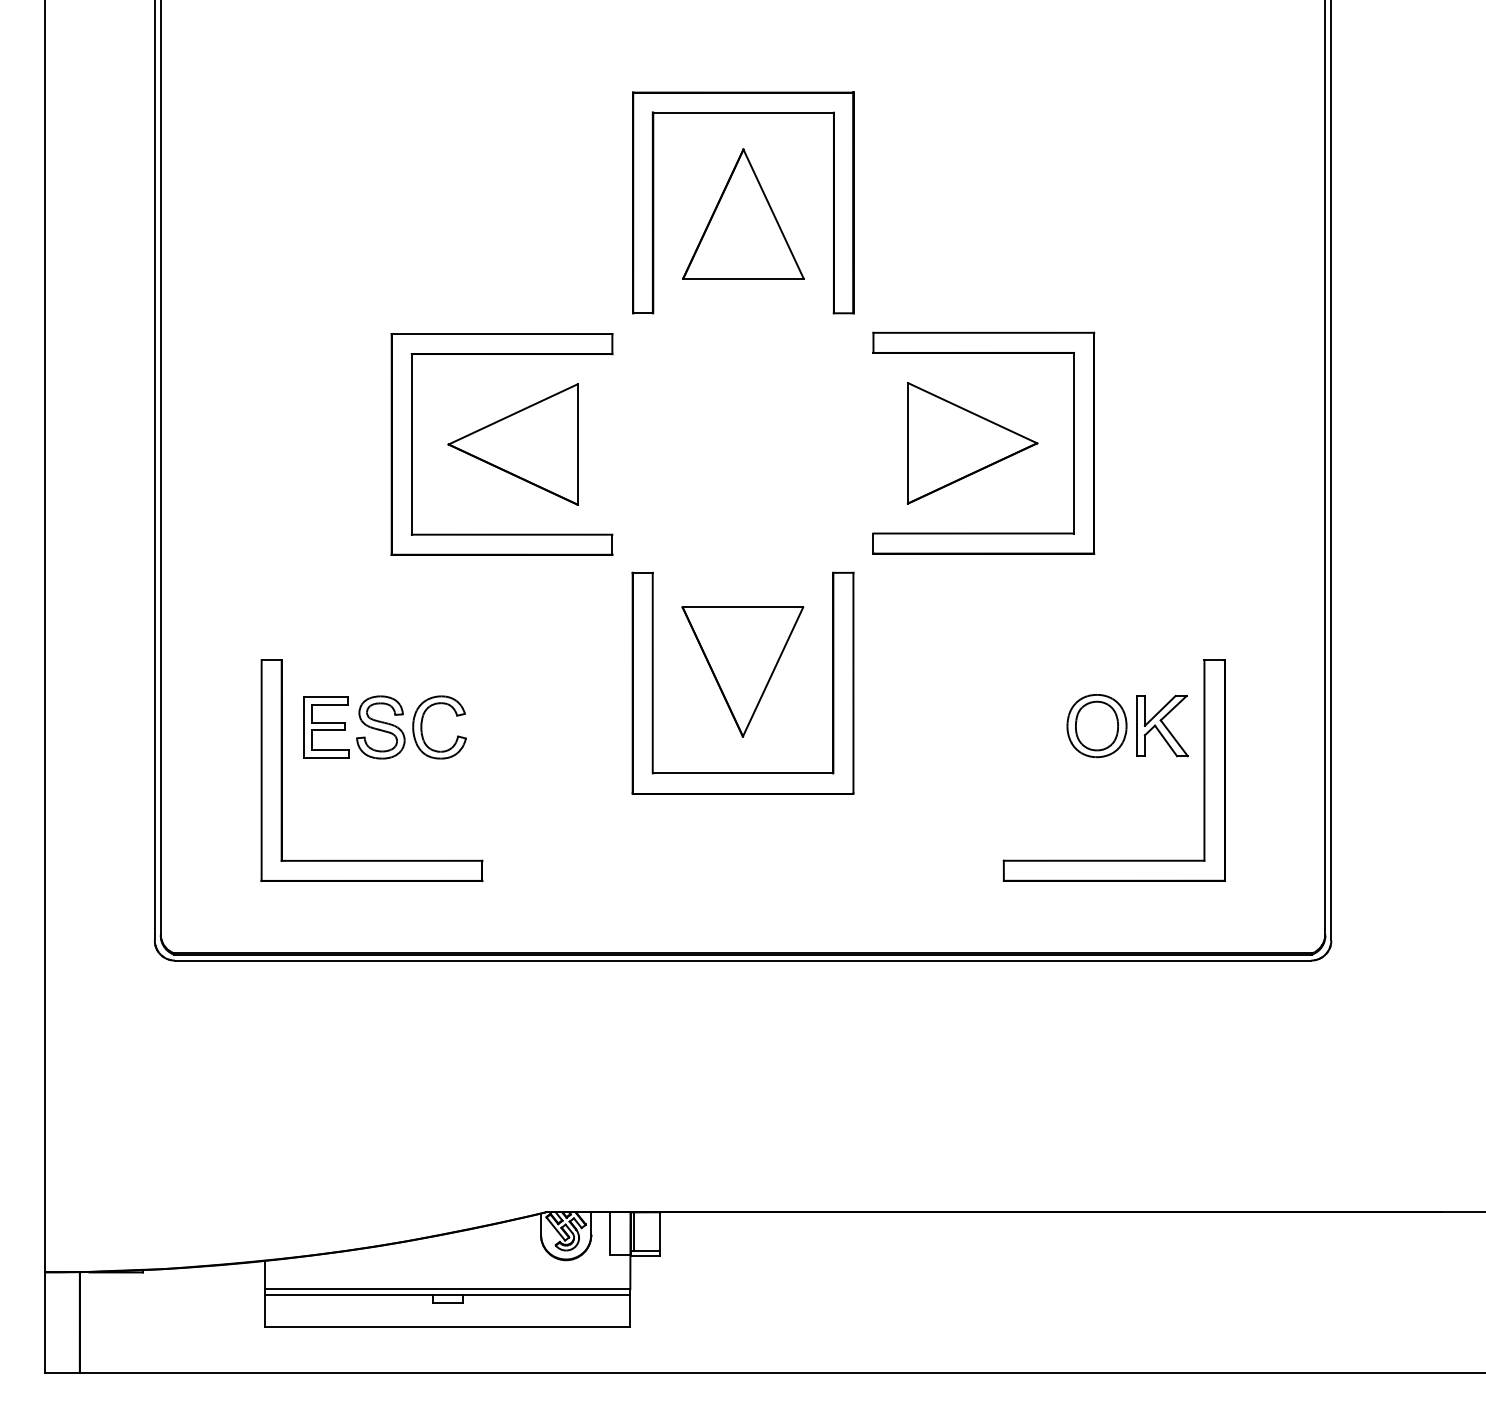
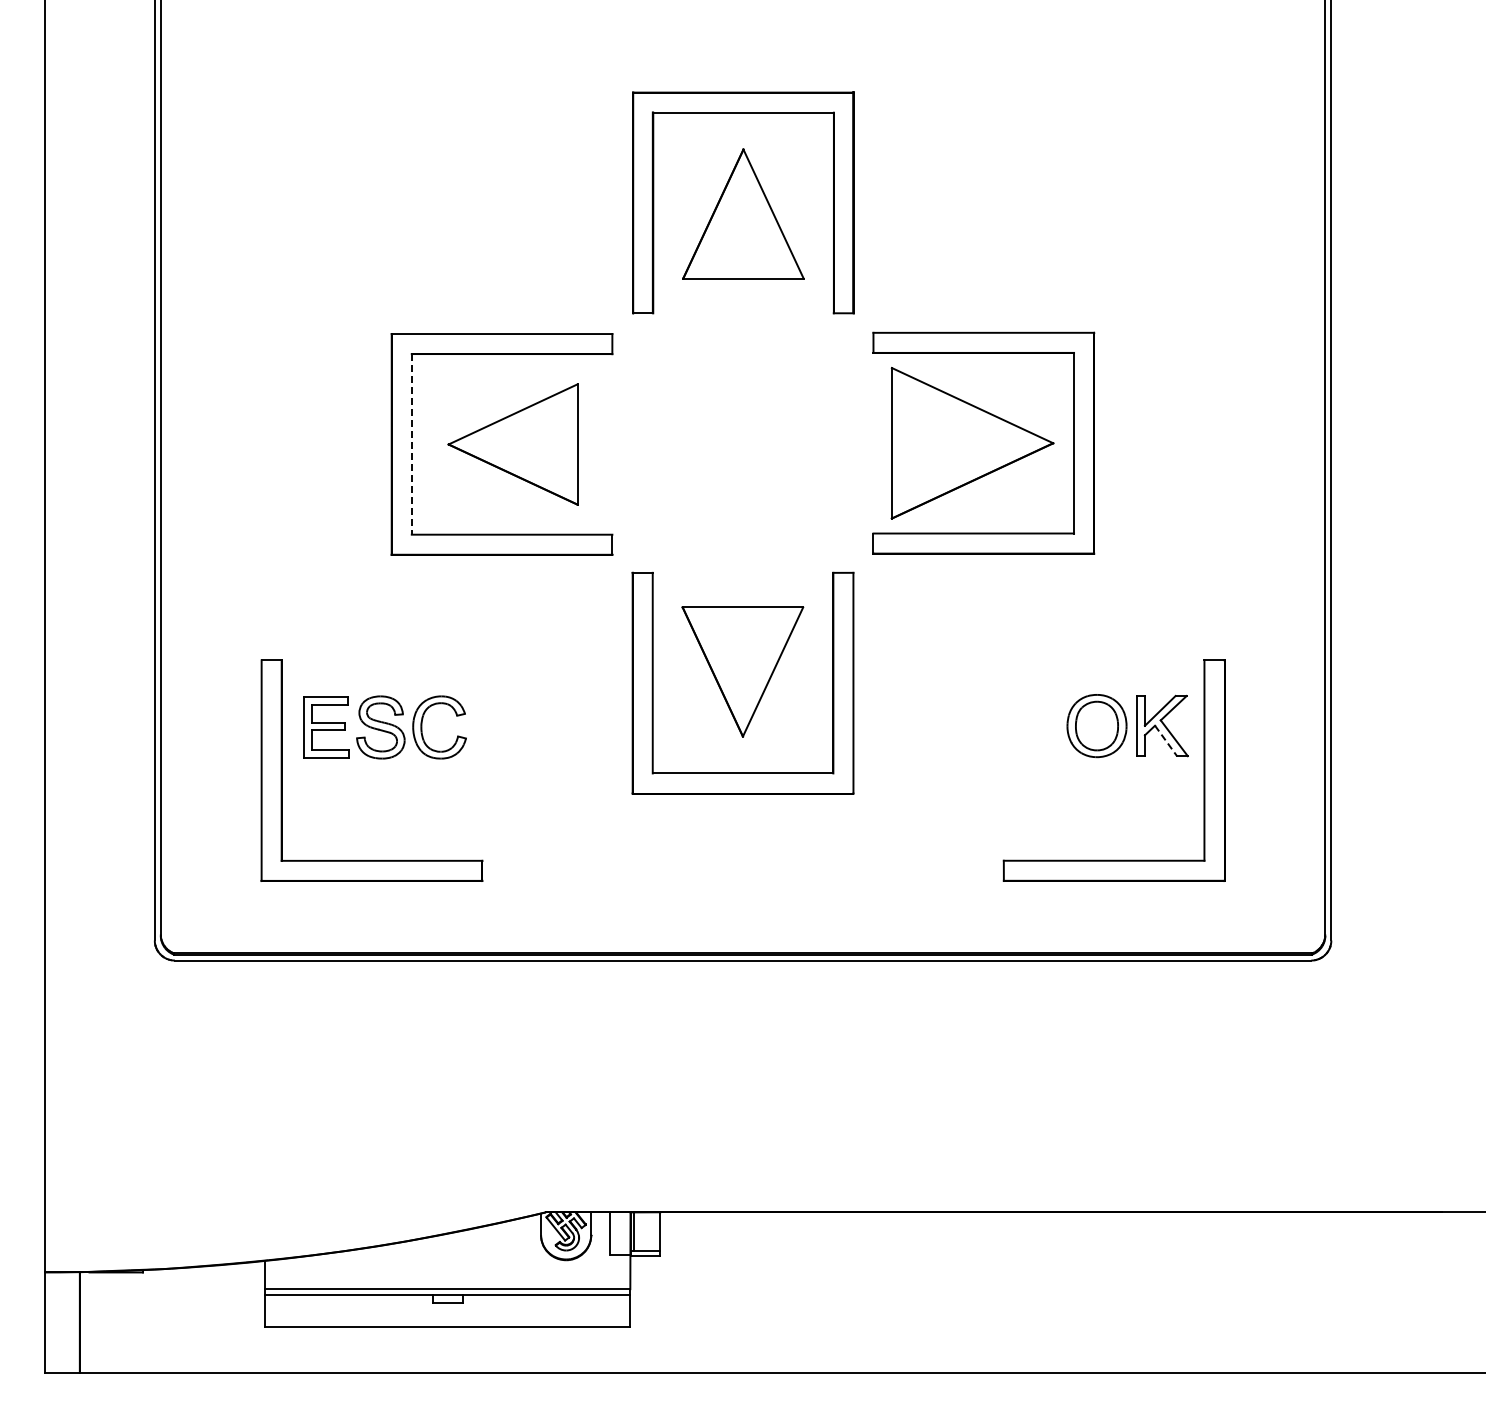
part at (972, 443) size: 132x123 px -> 165x153 px
line at (411, 444): solid -> dashed
line at (1166, 740): solid -> dashed
